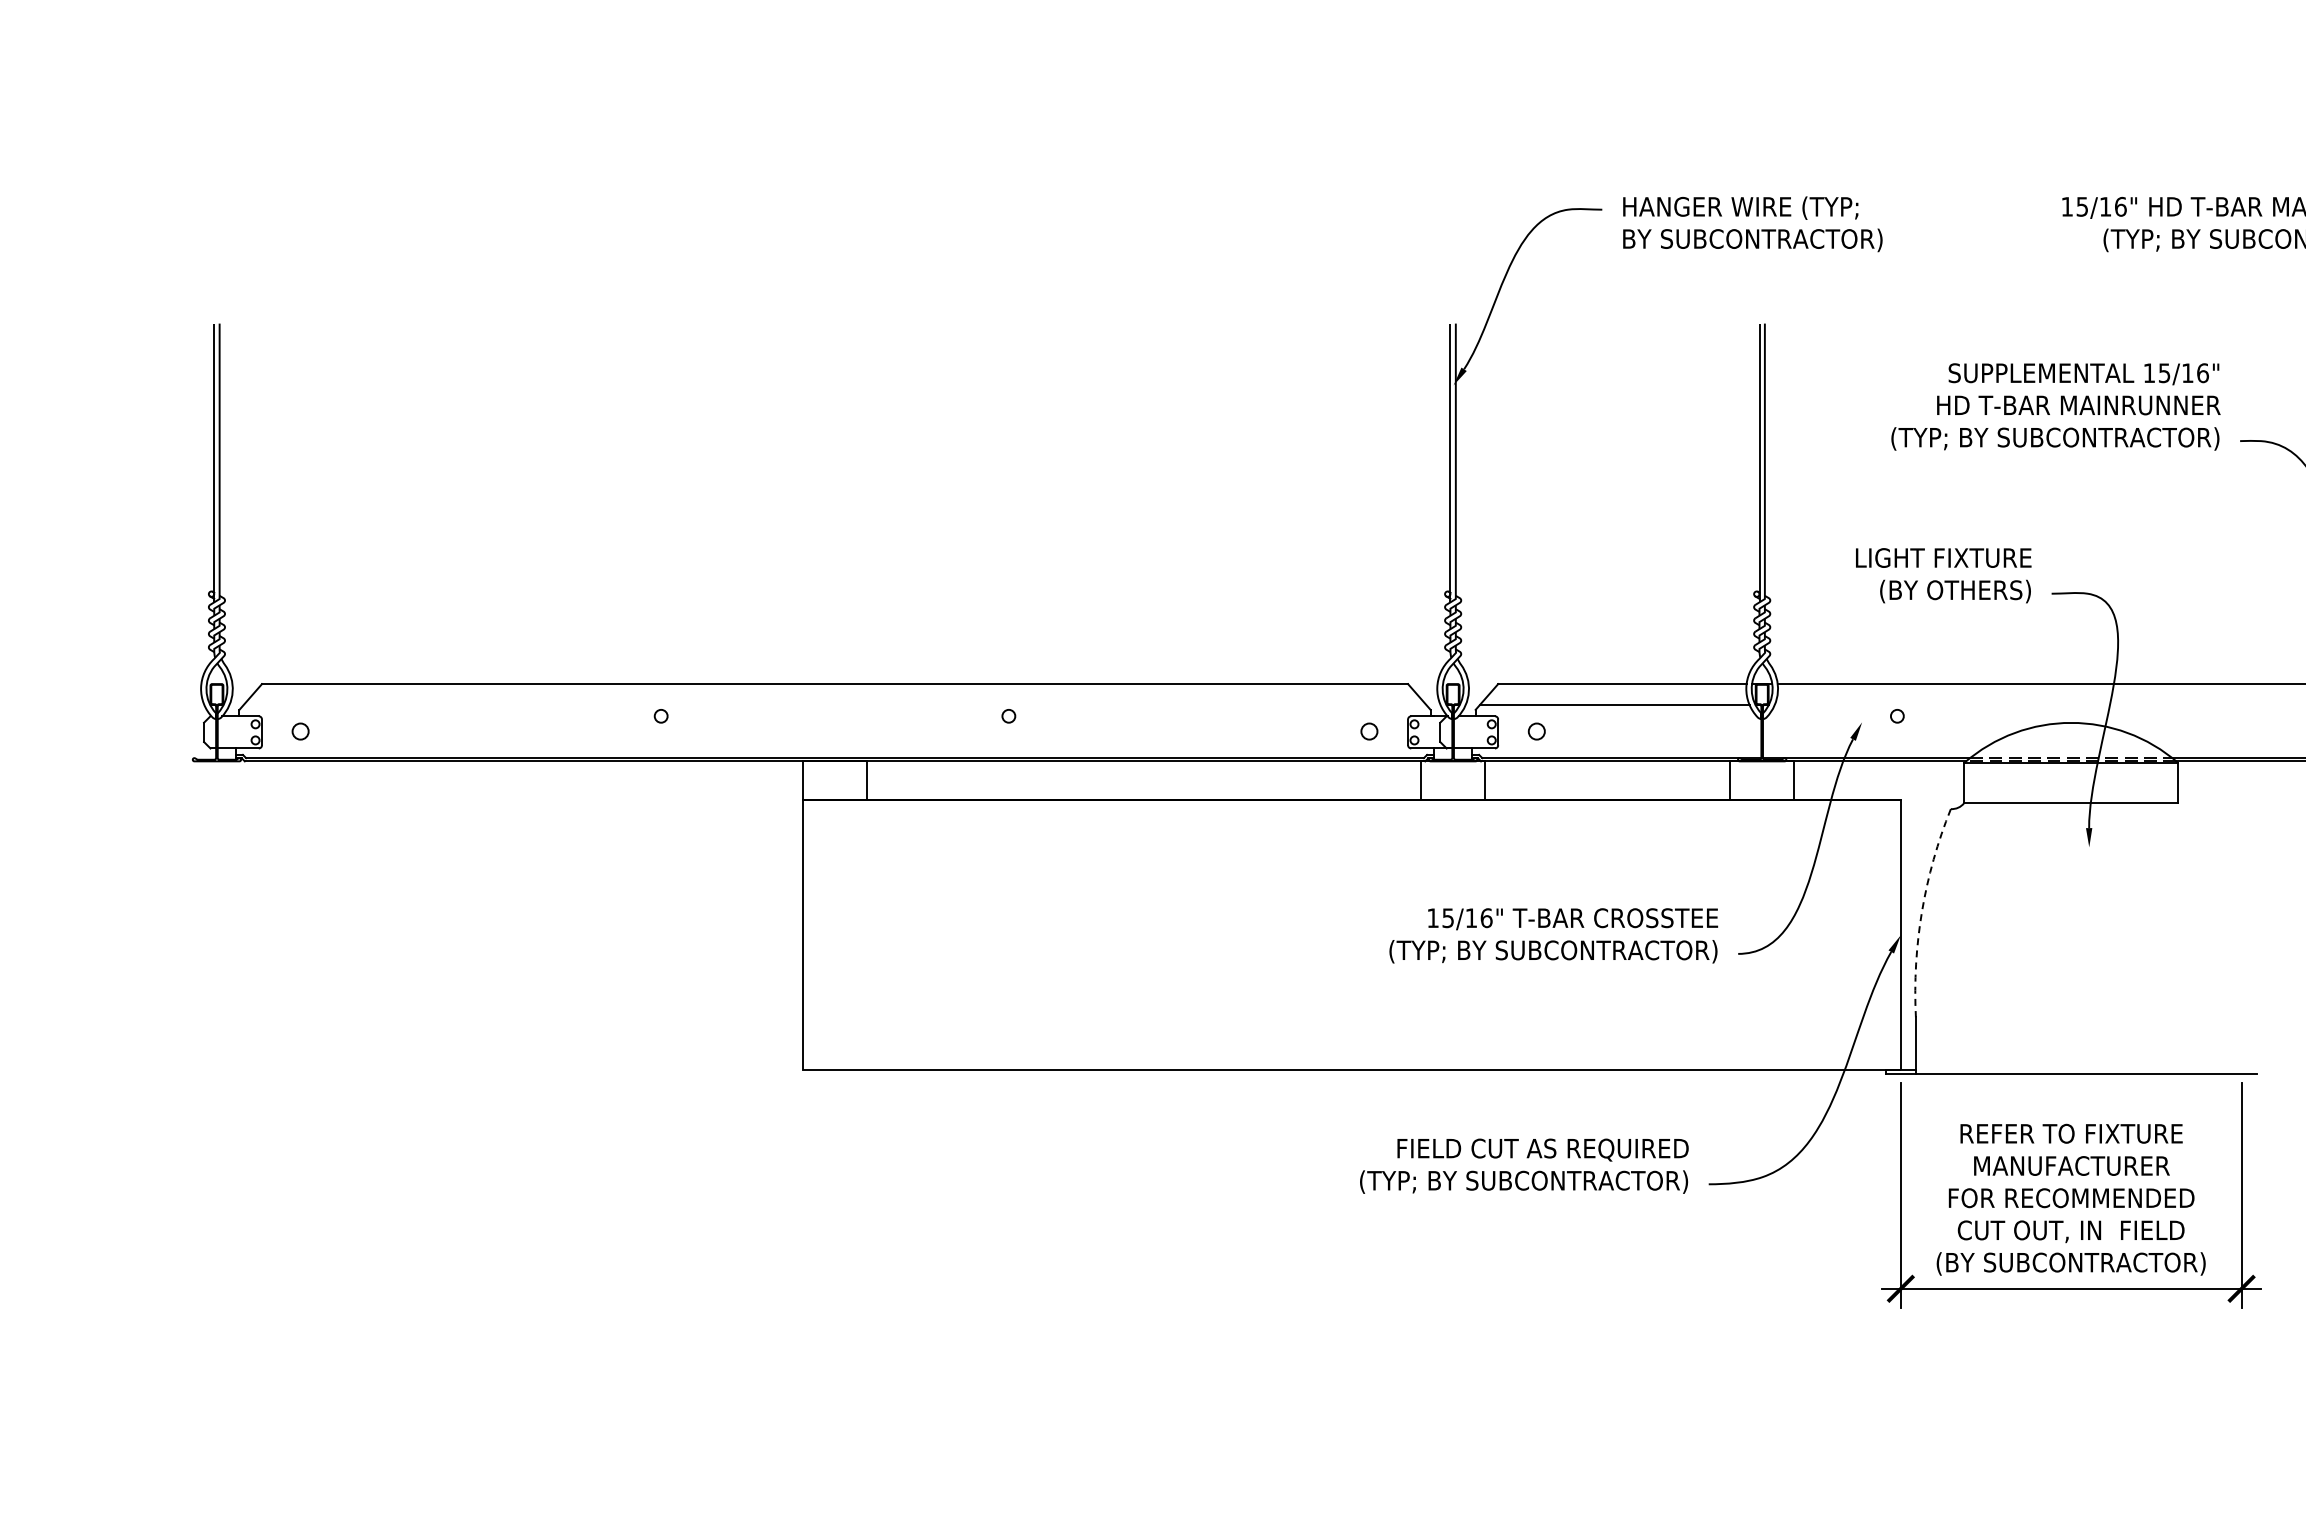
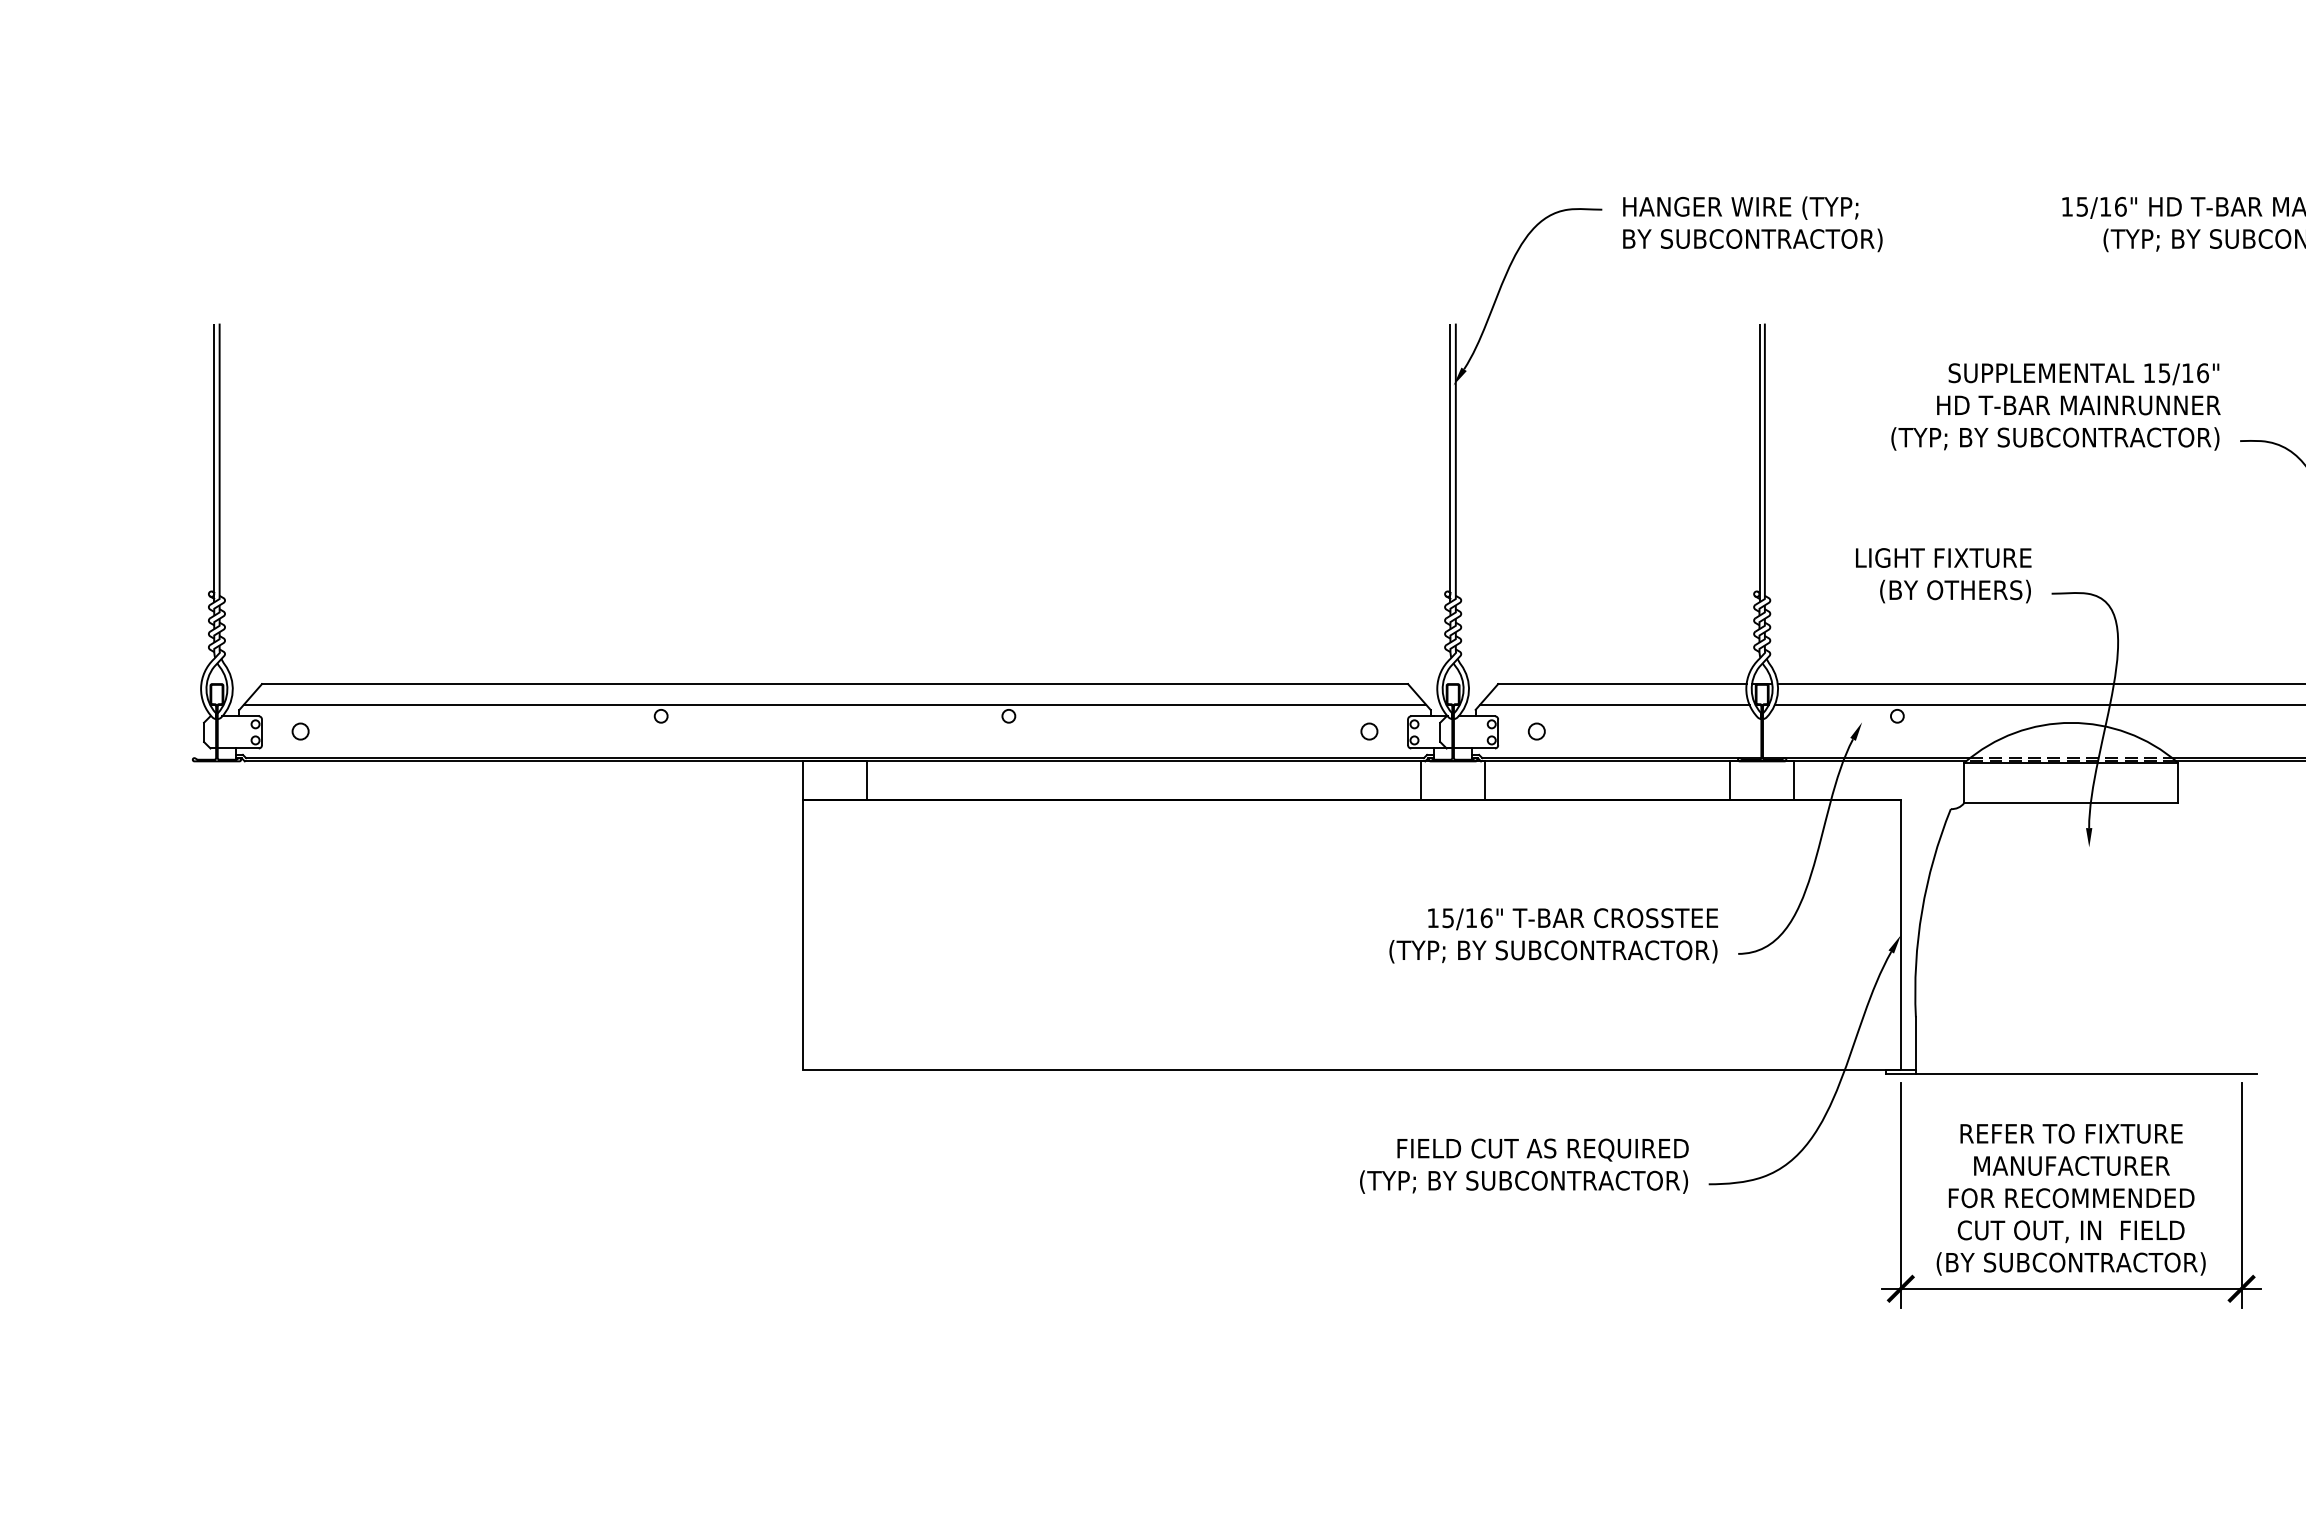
line at (834, 705): none -> present
line at (2038, 705): none -> present
arc at (1922, 911): dashed -> solid
